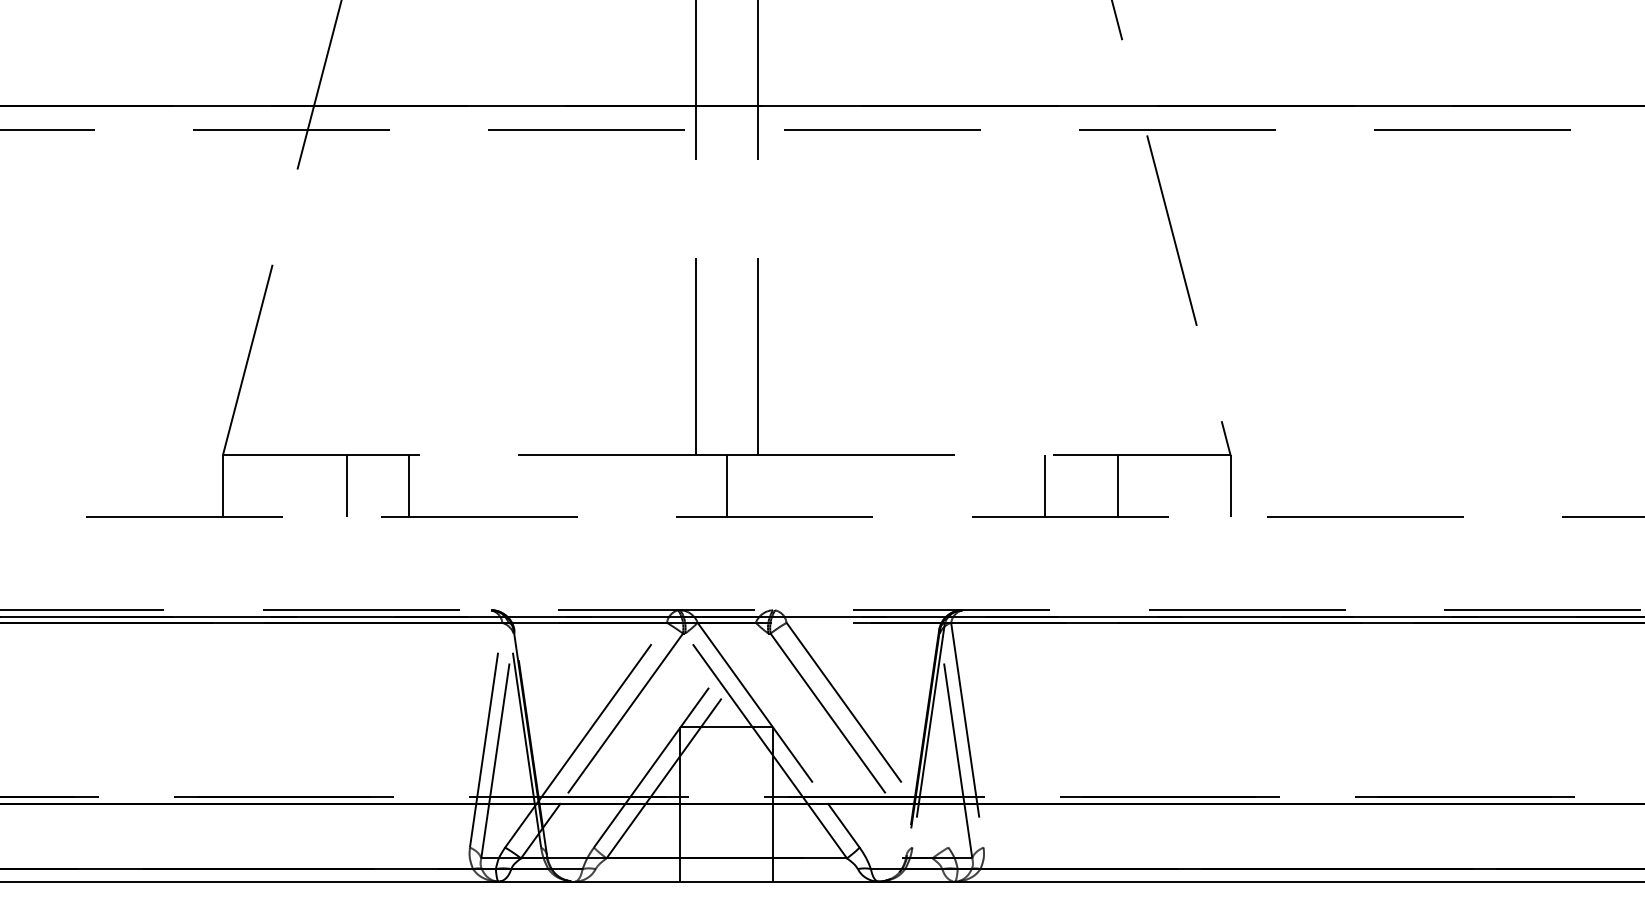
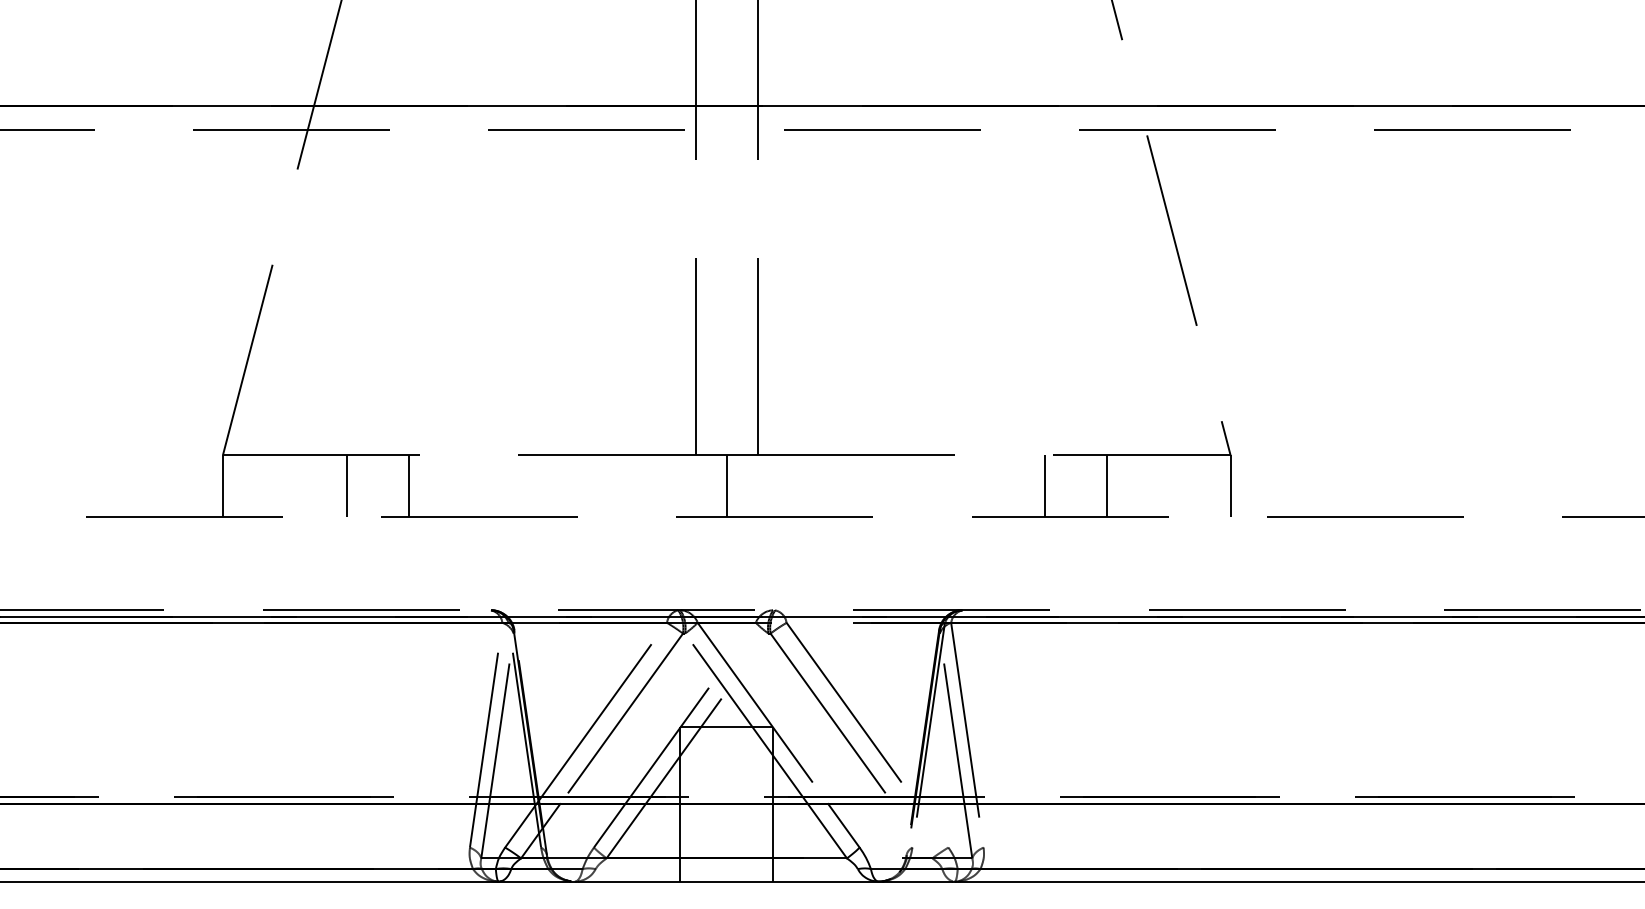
line at (1117, 486) position: (1117, 486) -> (1106, 486)
